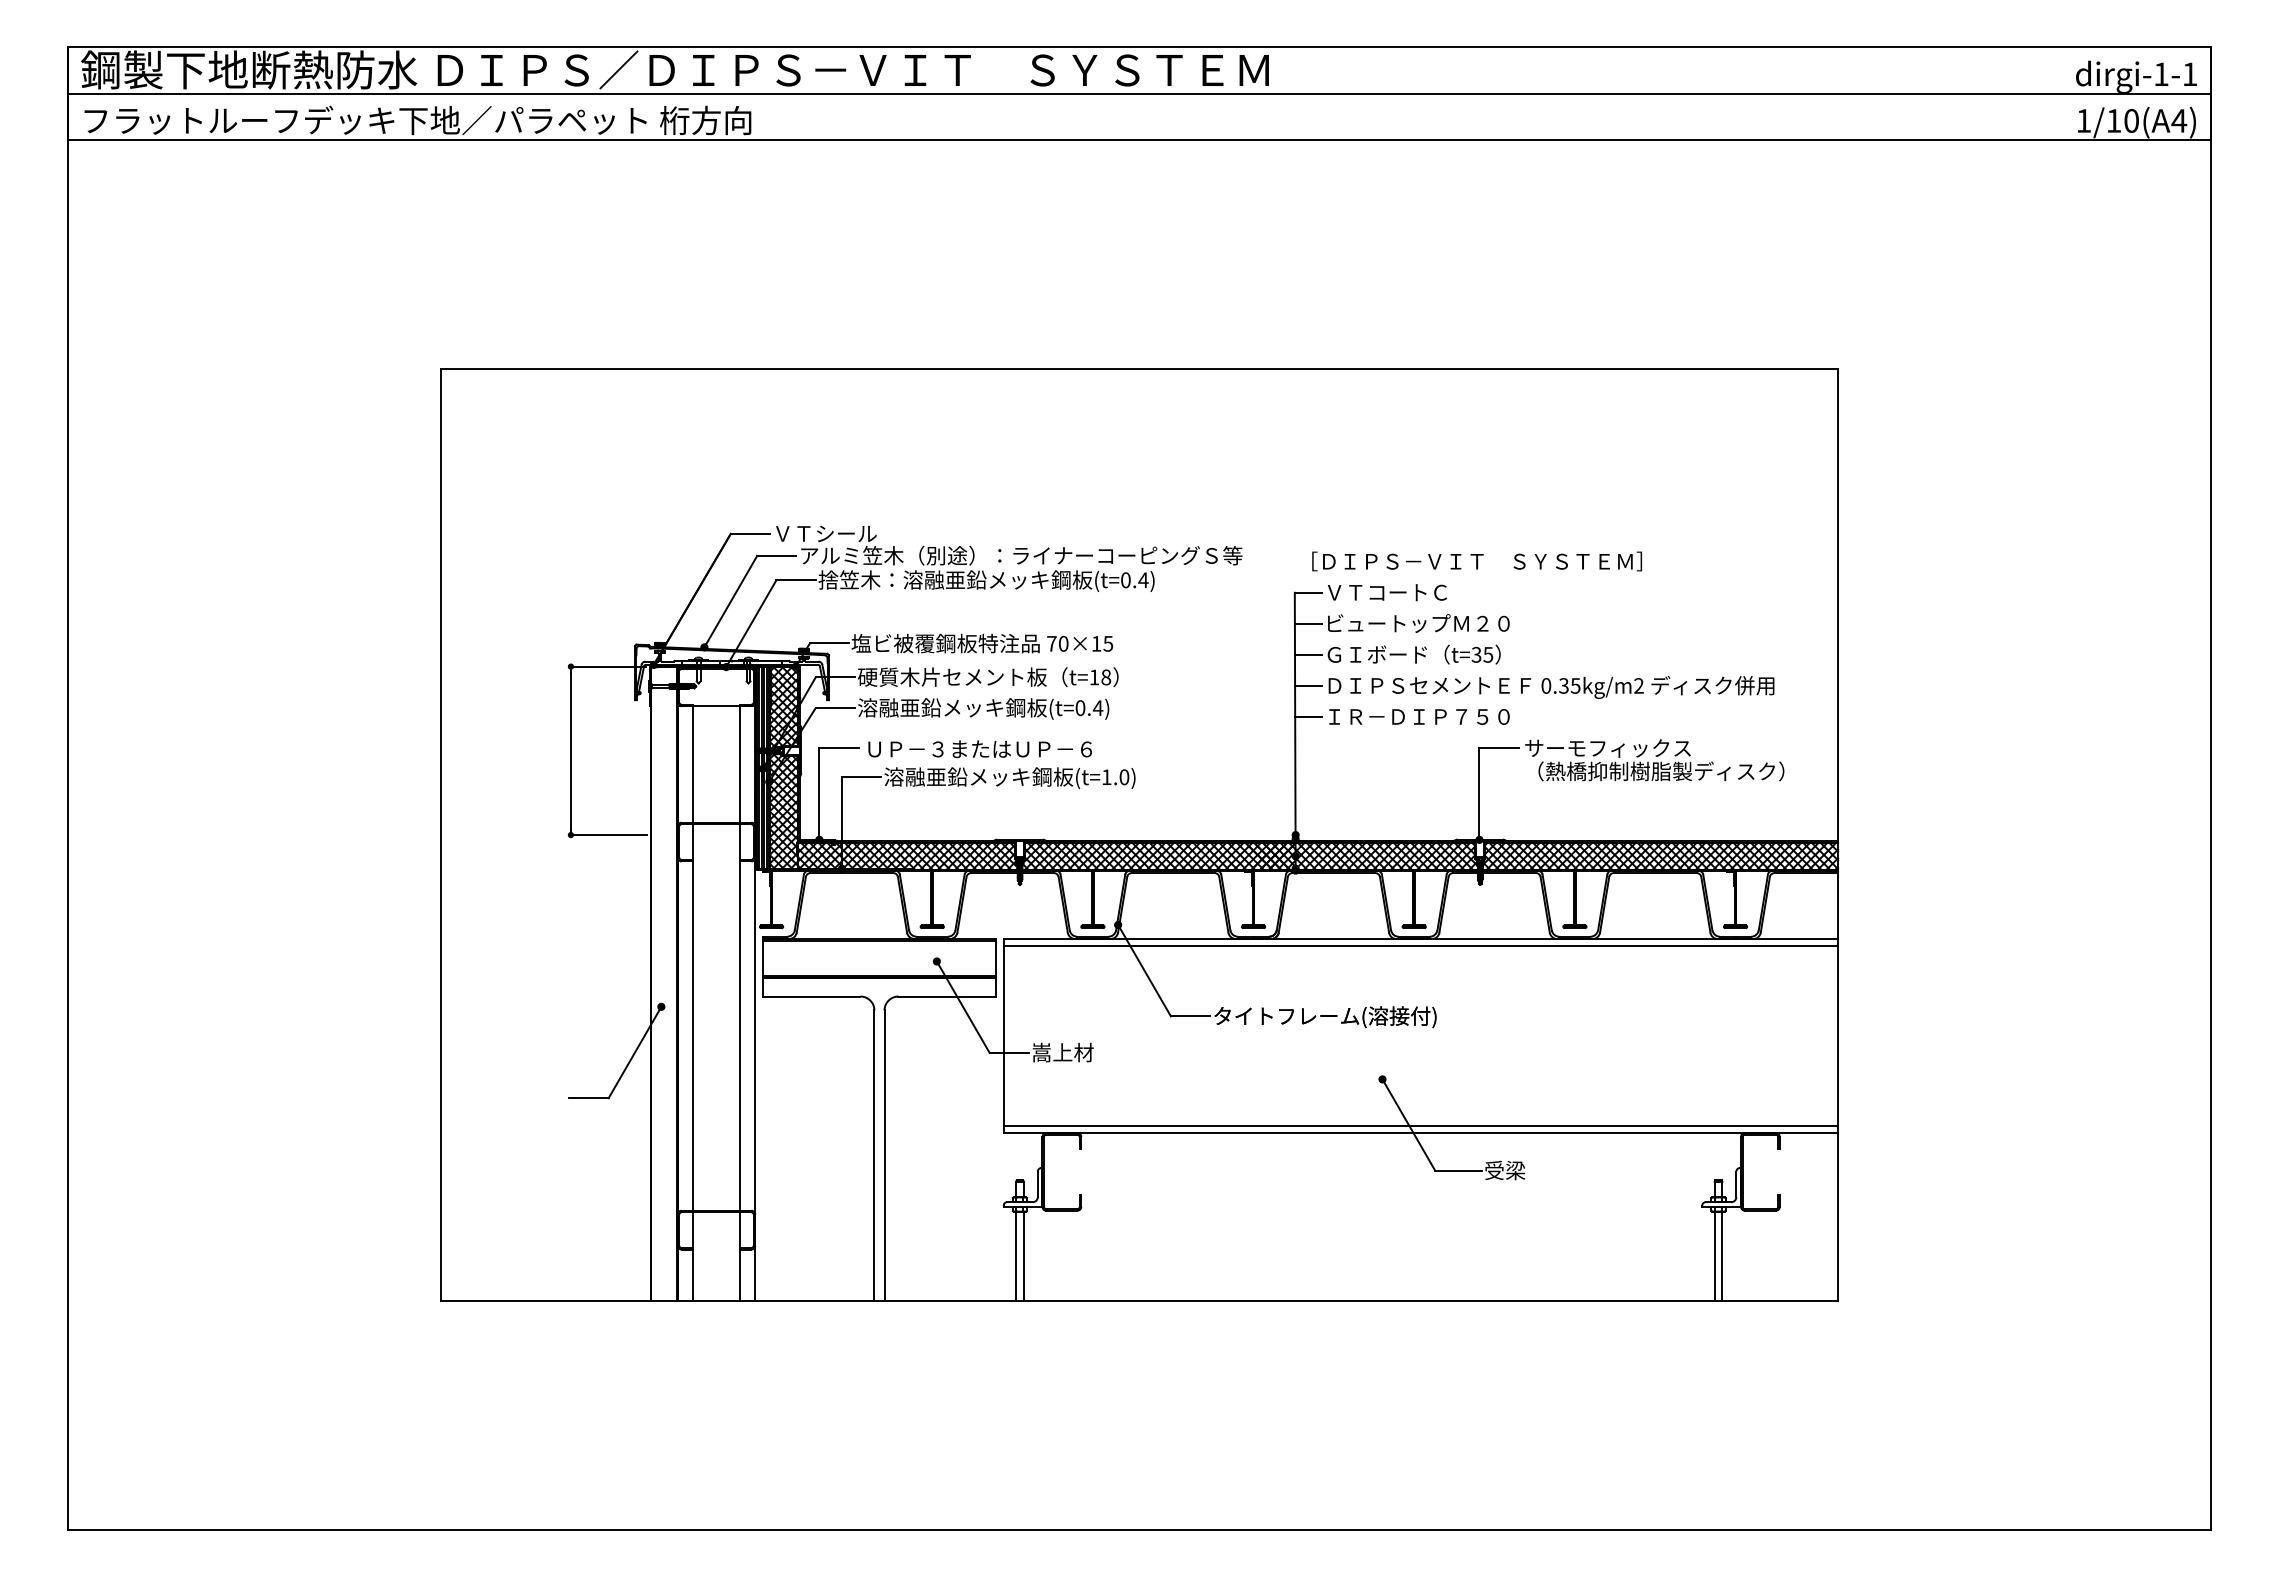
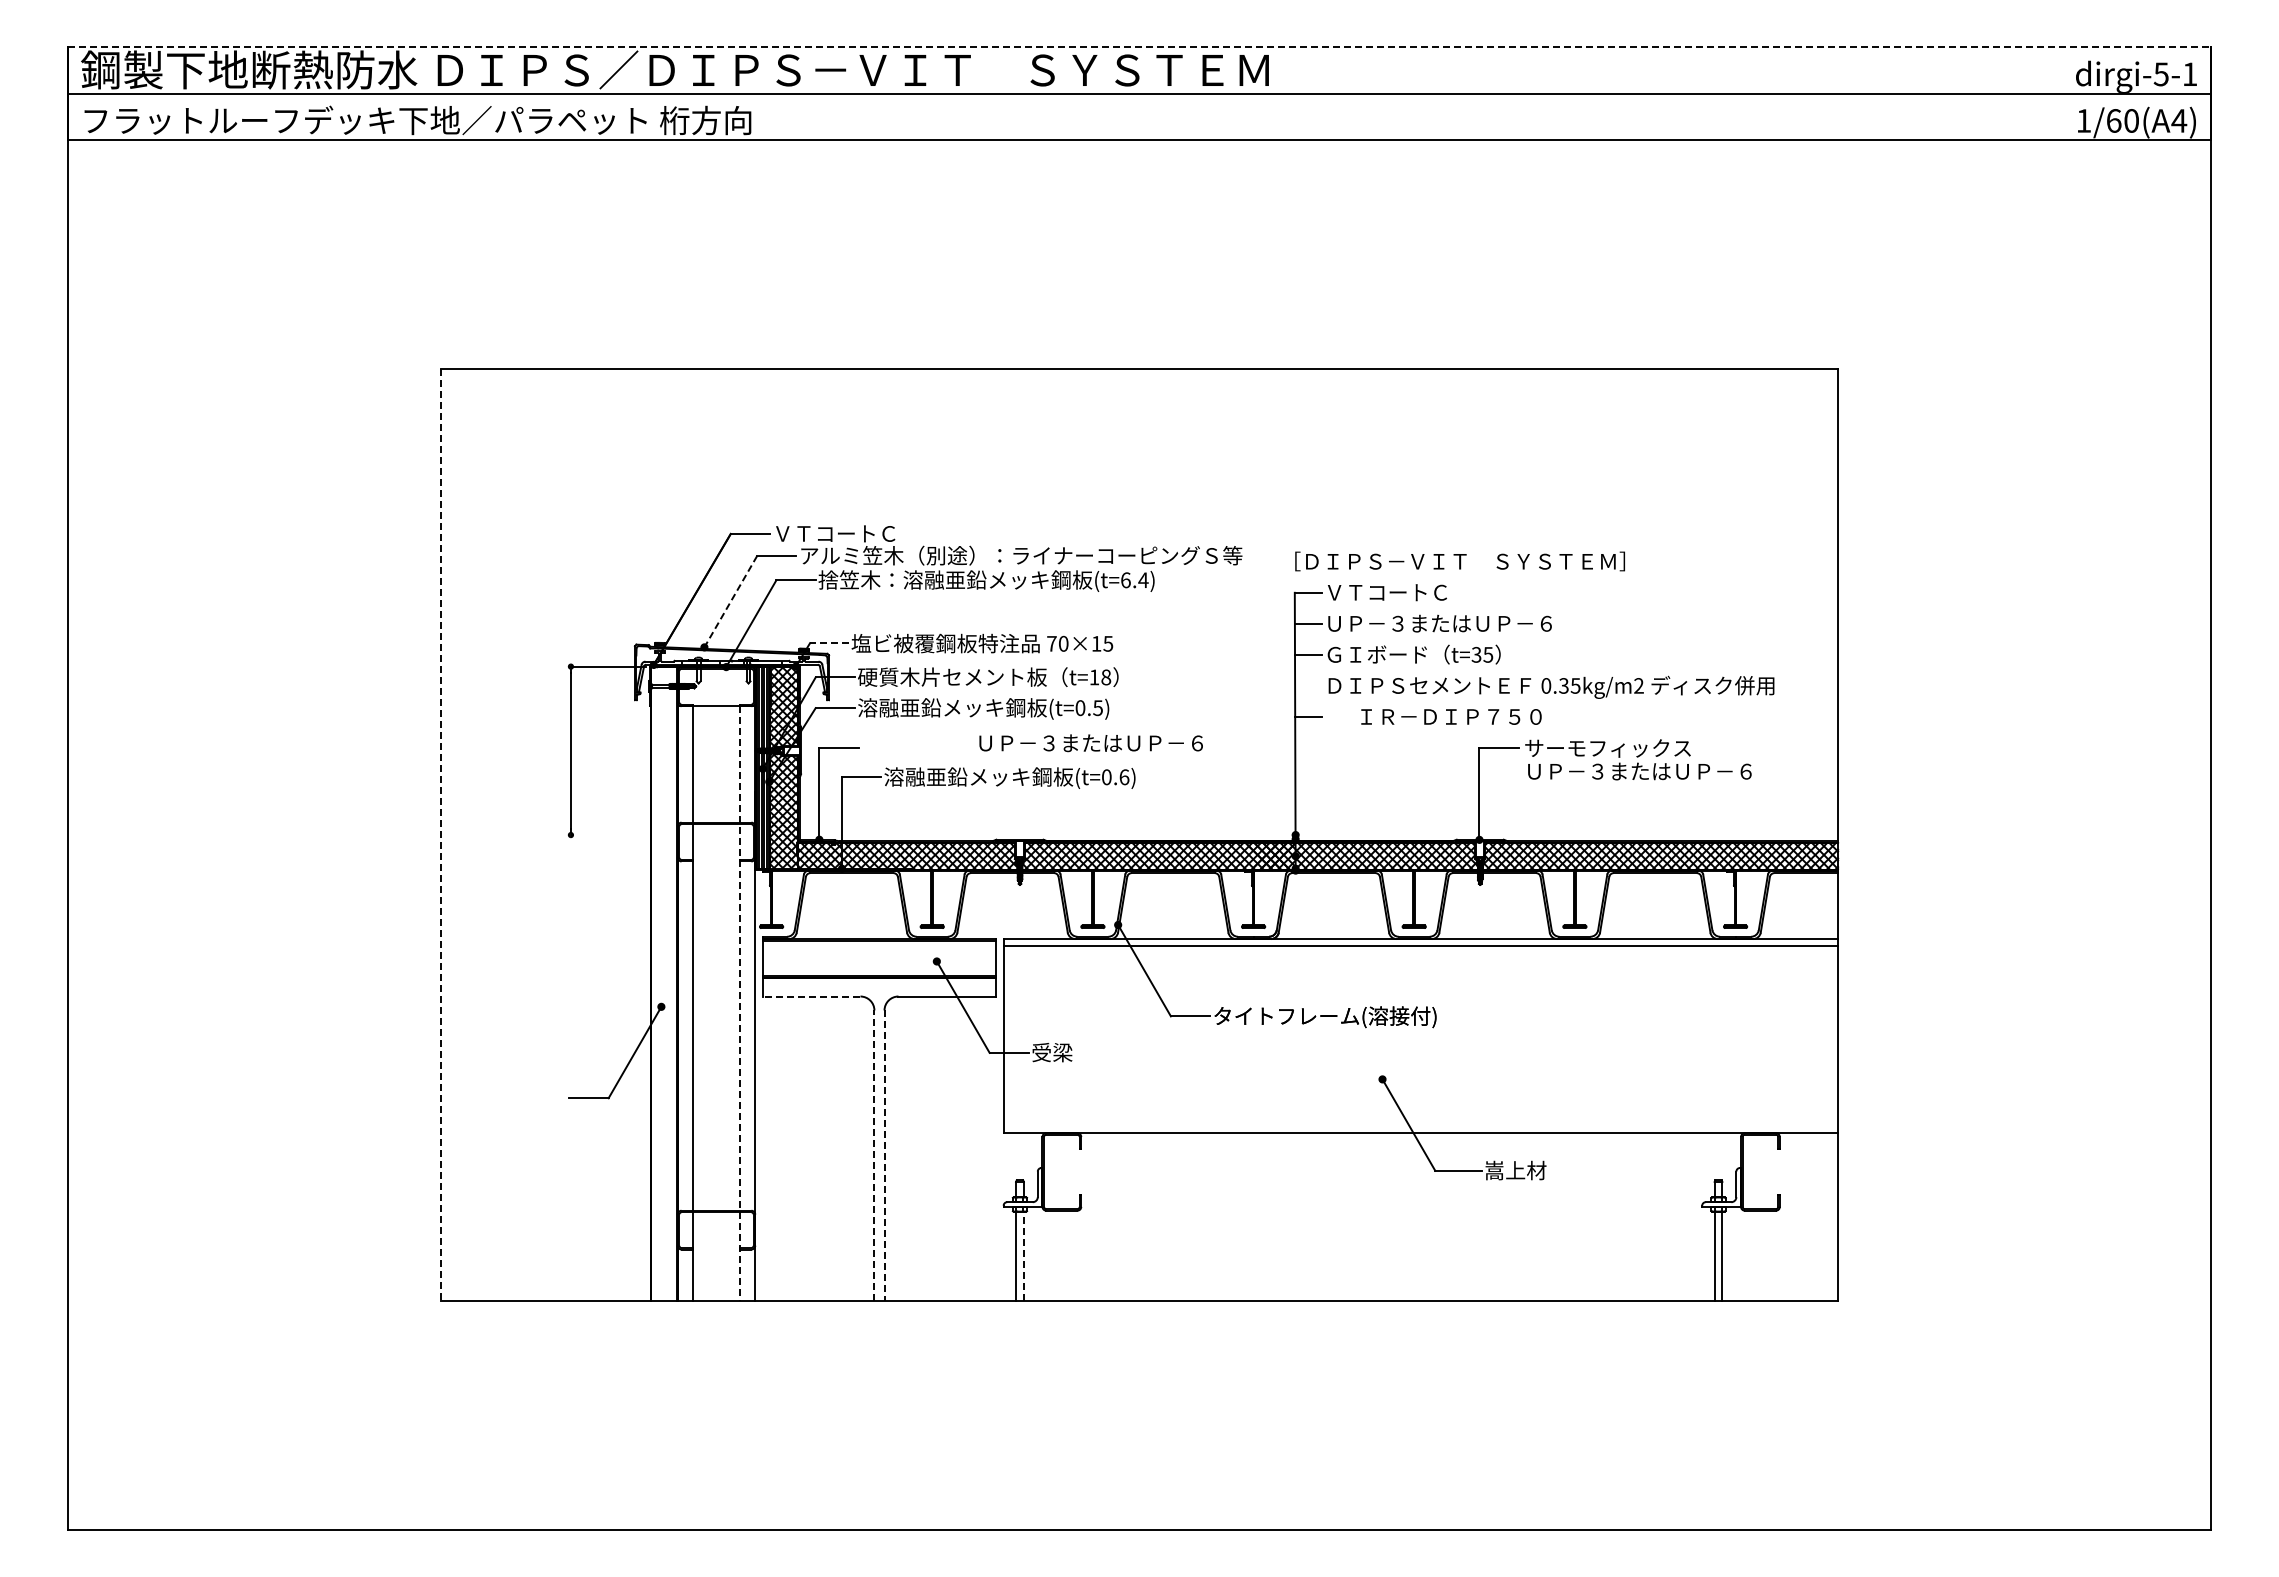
line at (1139, 47): solid -> dashed
text at (2160, 74): dirgi-1-1 -> dirgi-5-1
text at (2114, 120): 1/10(A4) -> 1/60(A4)
text at (856, 533): ＶＴシール -> ＶＴコートＣ
text at (1476, 561) position: (1476, 561) -> (1459, 561)
text at (1125, 580): (t=0.4) -> (t=6.4)
line at (730, 601): solid -> dashed
text at (1439, 623): ビュートップＭ２０ -> ＵＰ－３またはＵＰ－６
line at (829, 643): solid -> dashed
line at (1307, 685): present -> none
text at (1097, 708): (t=0.4) -> (t=0.5)
text at (1419, 716) position: (1419, 716) -> (1451, 716)
text at (979, 749) position: (979, 749) -> (1090, 743)
text at (1656, 771): （熱橋抑制樹脂製ディスク） -> ＵＰ－３またはＵＰ－６
text at (1115, 777): (t=1.0) -> (t=0.6)
line at (440, 835): solid -> dashed
line at (608, 835): present -> none
line at (811, 996): solid -> dashed
line at (739, 1004): solid -> dashed
text at (1062, 1052): 嵩上材 -> 受梁
line at (1420, 1126): present -> none
line at (874, 1155): solid -> dashed
line at (884, 1156): solid -> dashed
text at (1515, 1170): 受梁 -> 嵩上材
line at (1023, 1256): solid -> dashed
